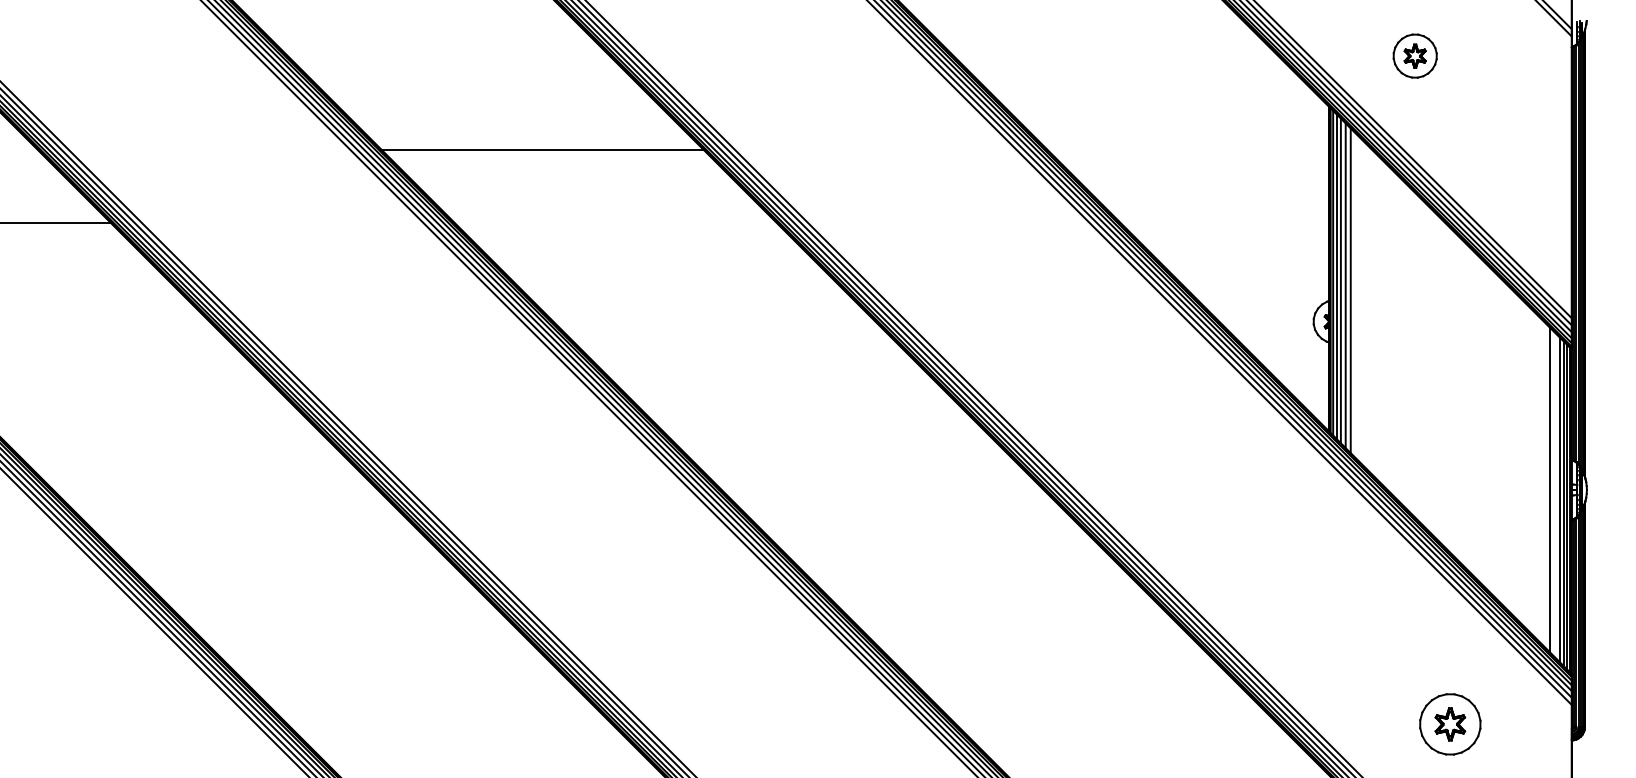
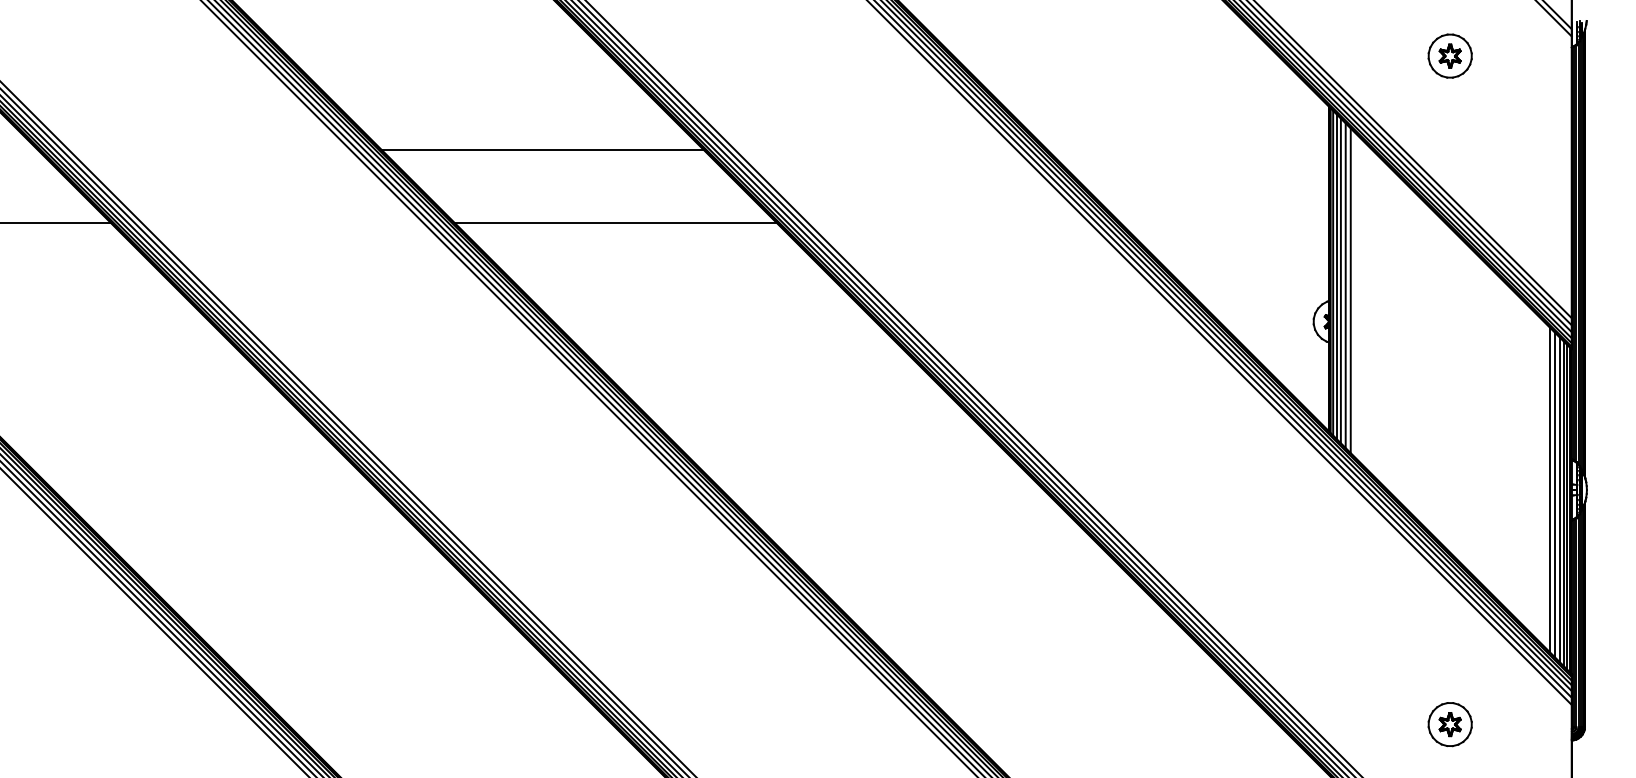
part at (1414, 55) position: (1414, 55) -> (1449, 55)
line at (615, 223): none -> present
line at (1554, 494): none -> present
part at (1450, 724) size: 63x63 px -> 46x46 px
